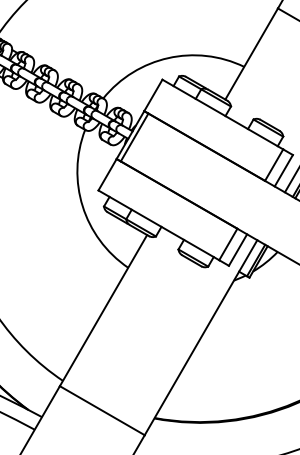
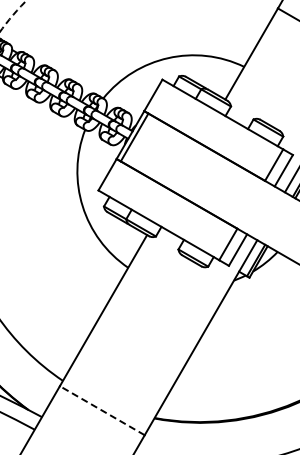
arc at (12, 15): solid -> dashed
line at (102, 410): solid -> dashed
